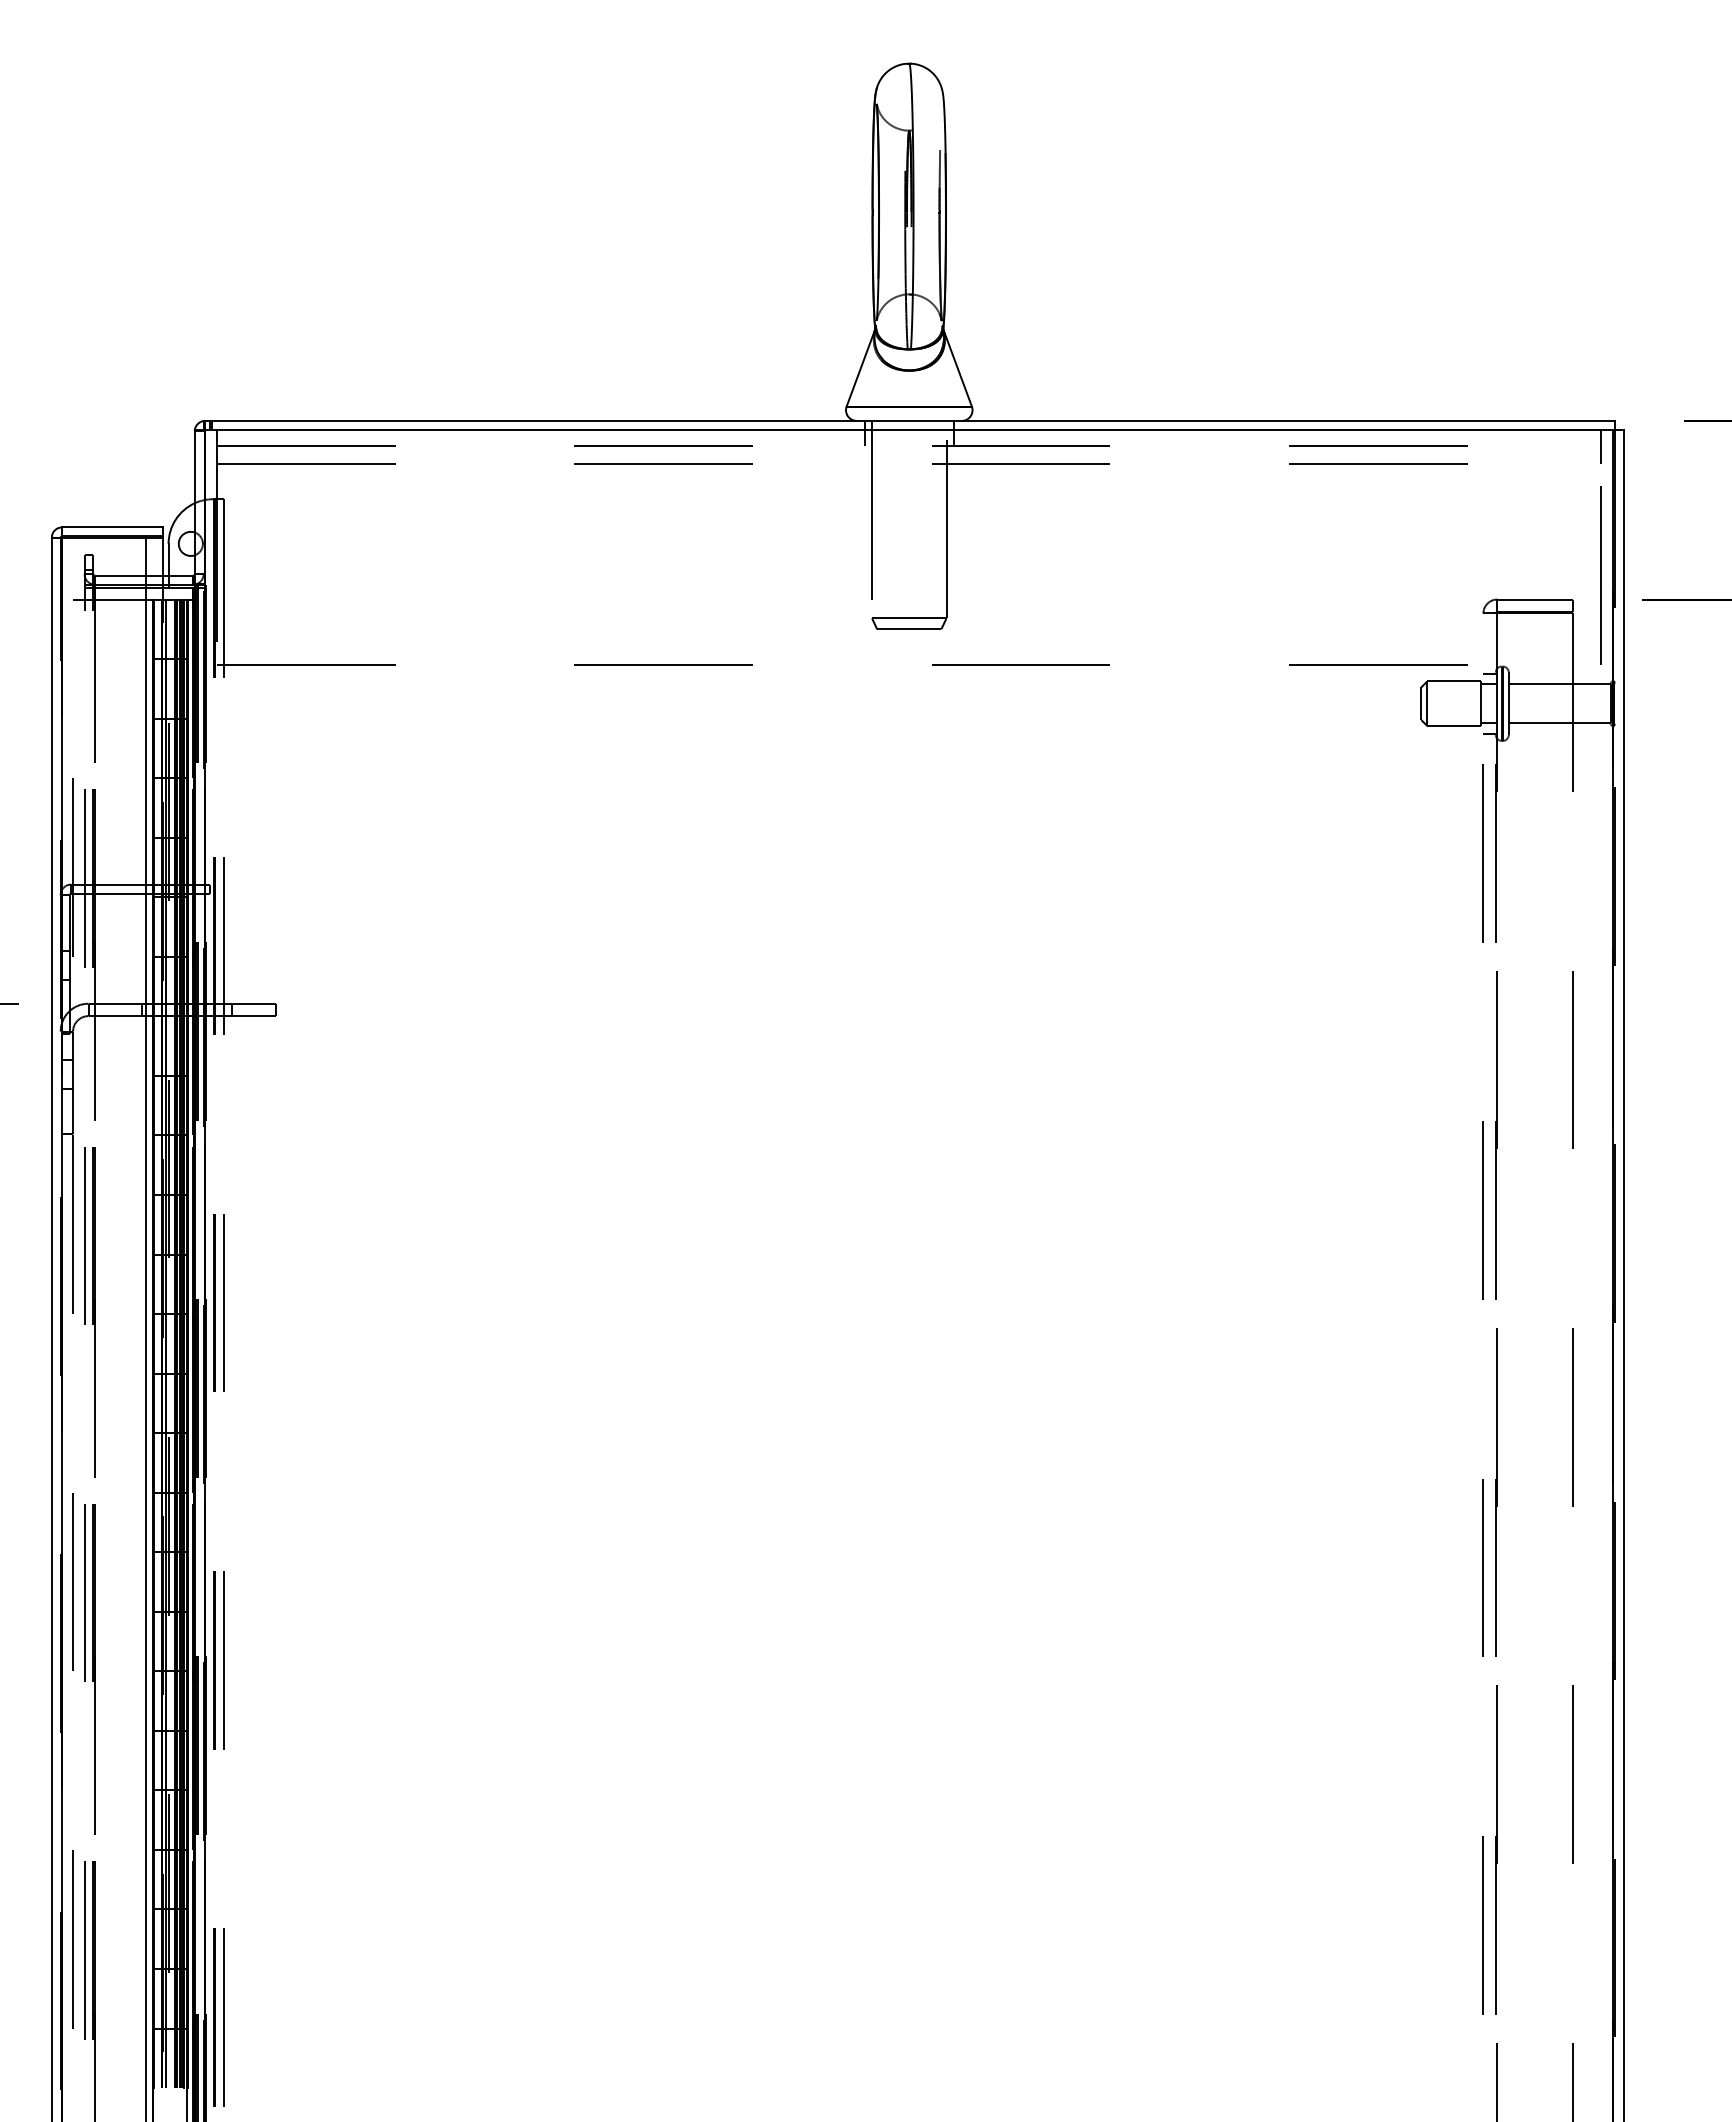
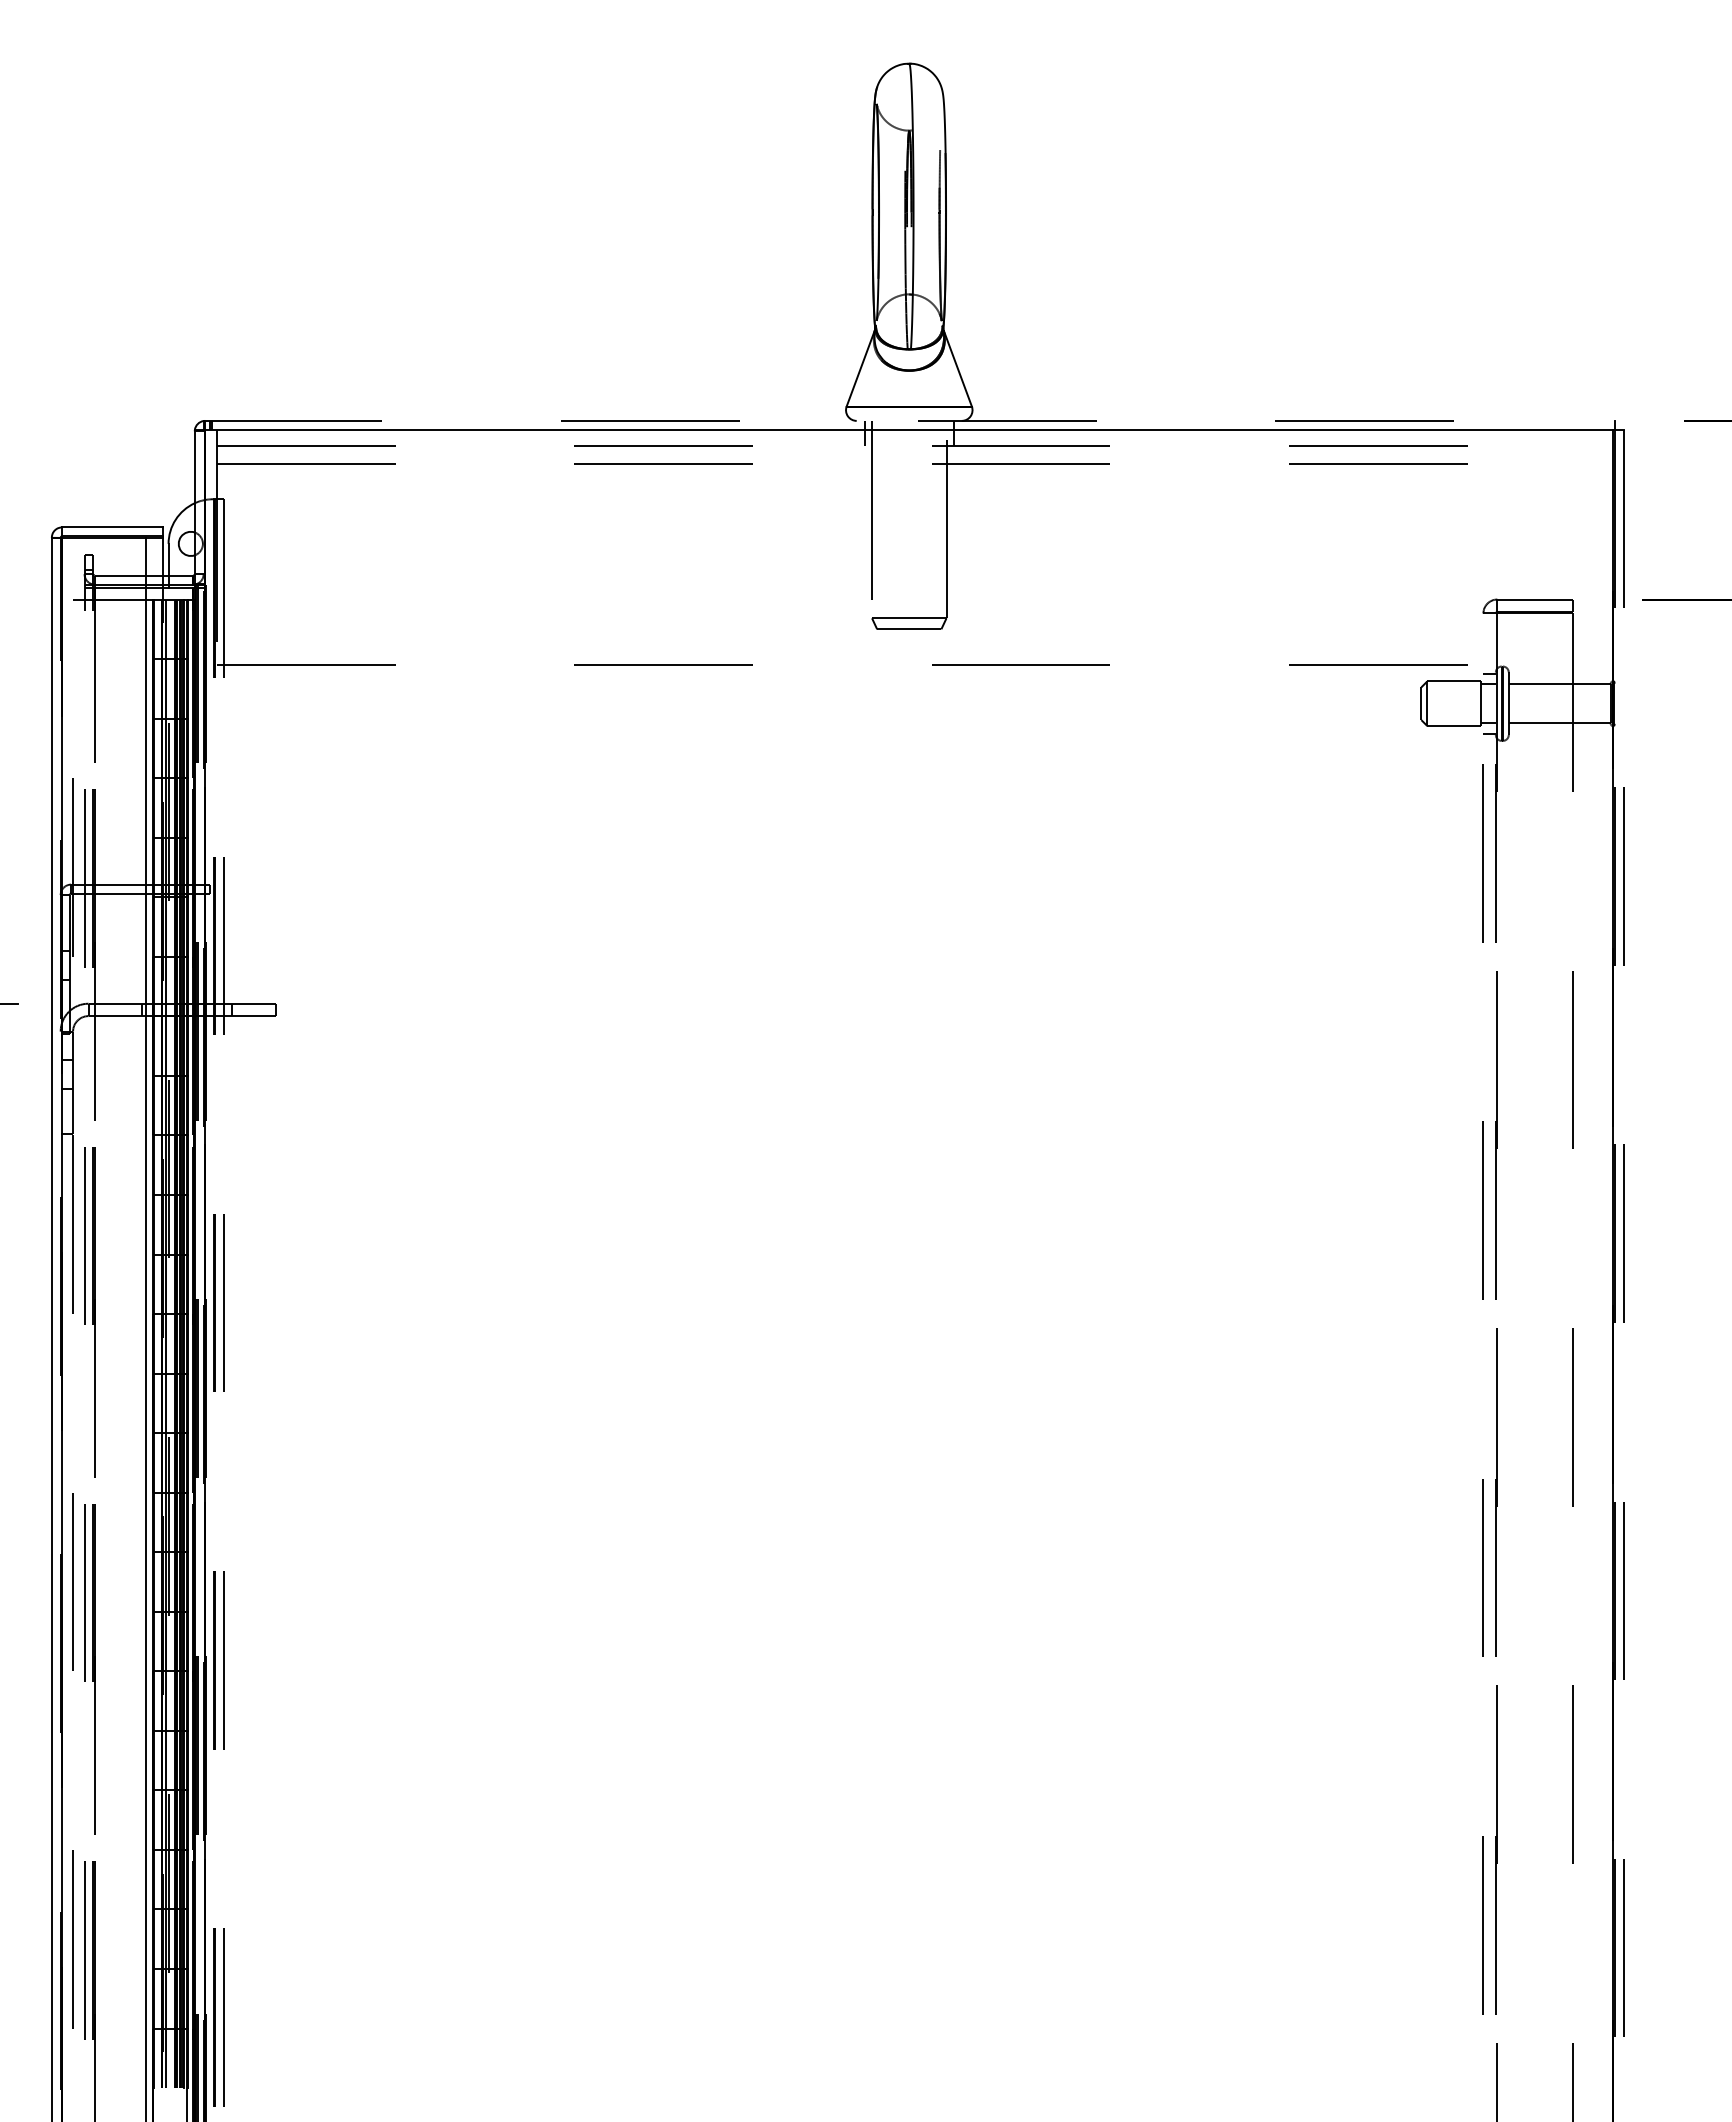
line at (909, 420): solid -> dashed
line at (1601, 446): present -> none
line at (1600, 575): present -> none
line at (1623, 1275): solid -> dashed
